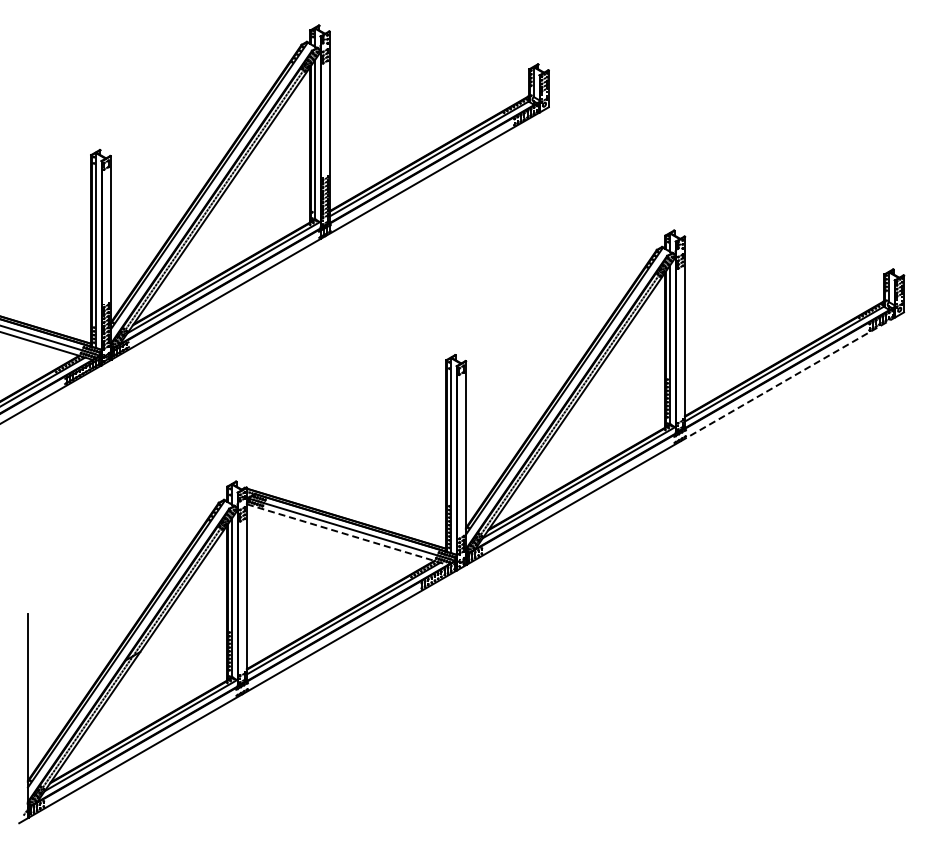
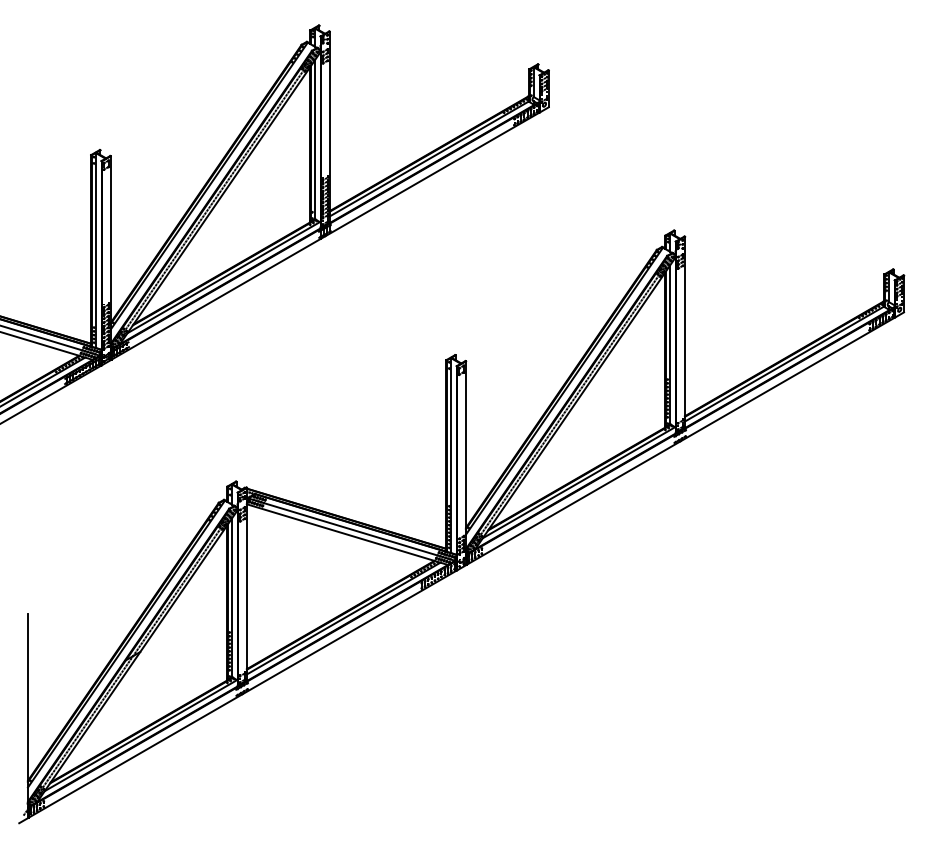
line at (787, 379): dashed -> solid
line at (347, 534): dashed -> solid
